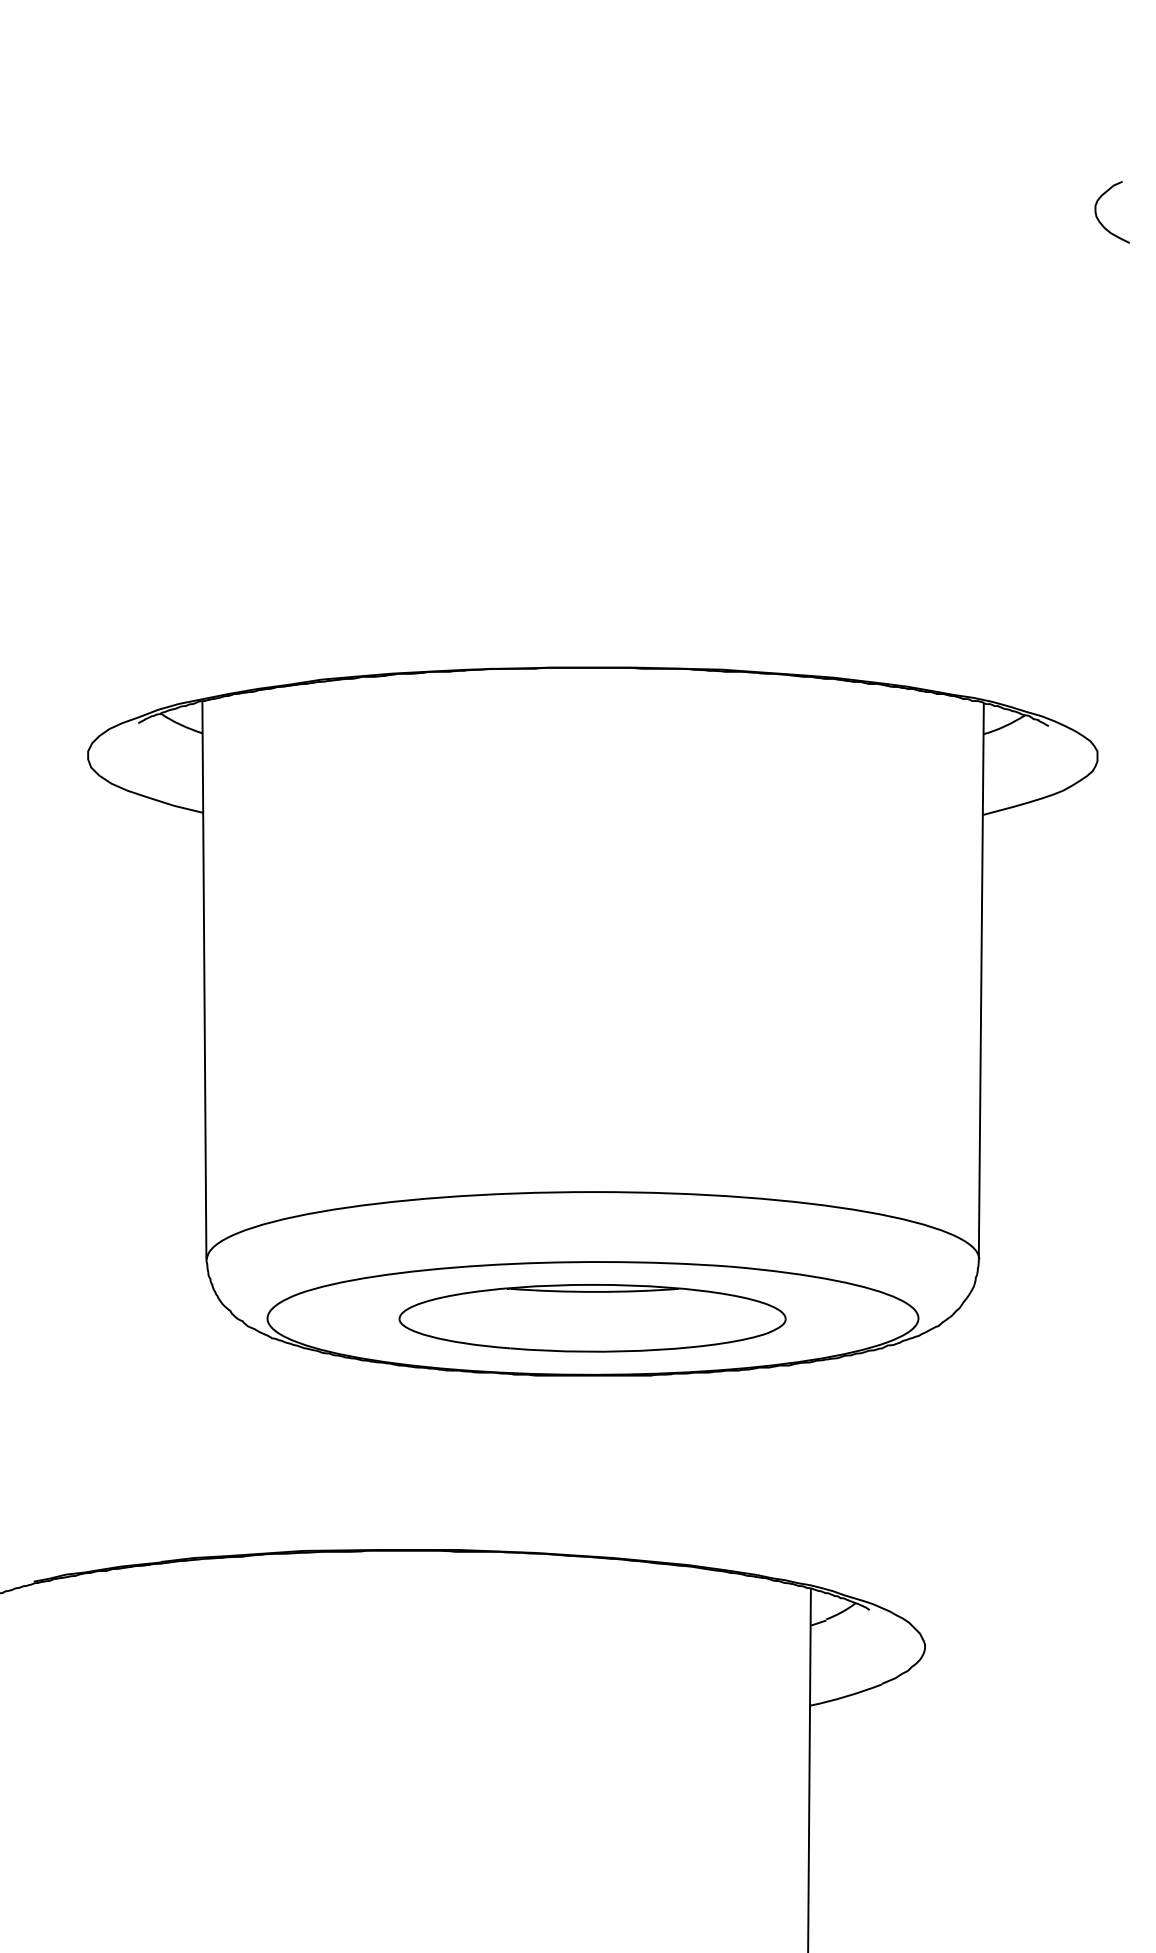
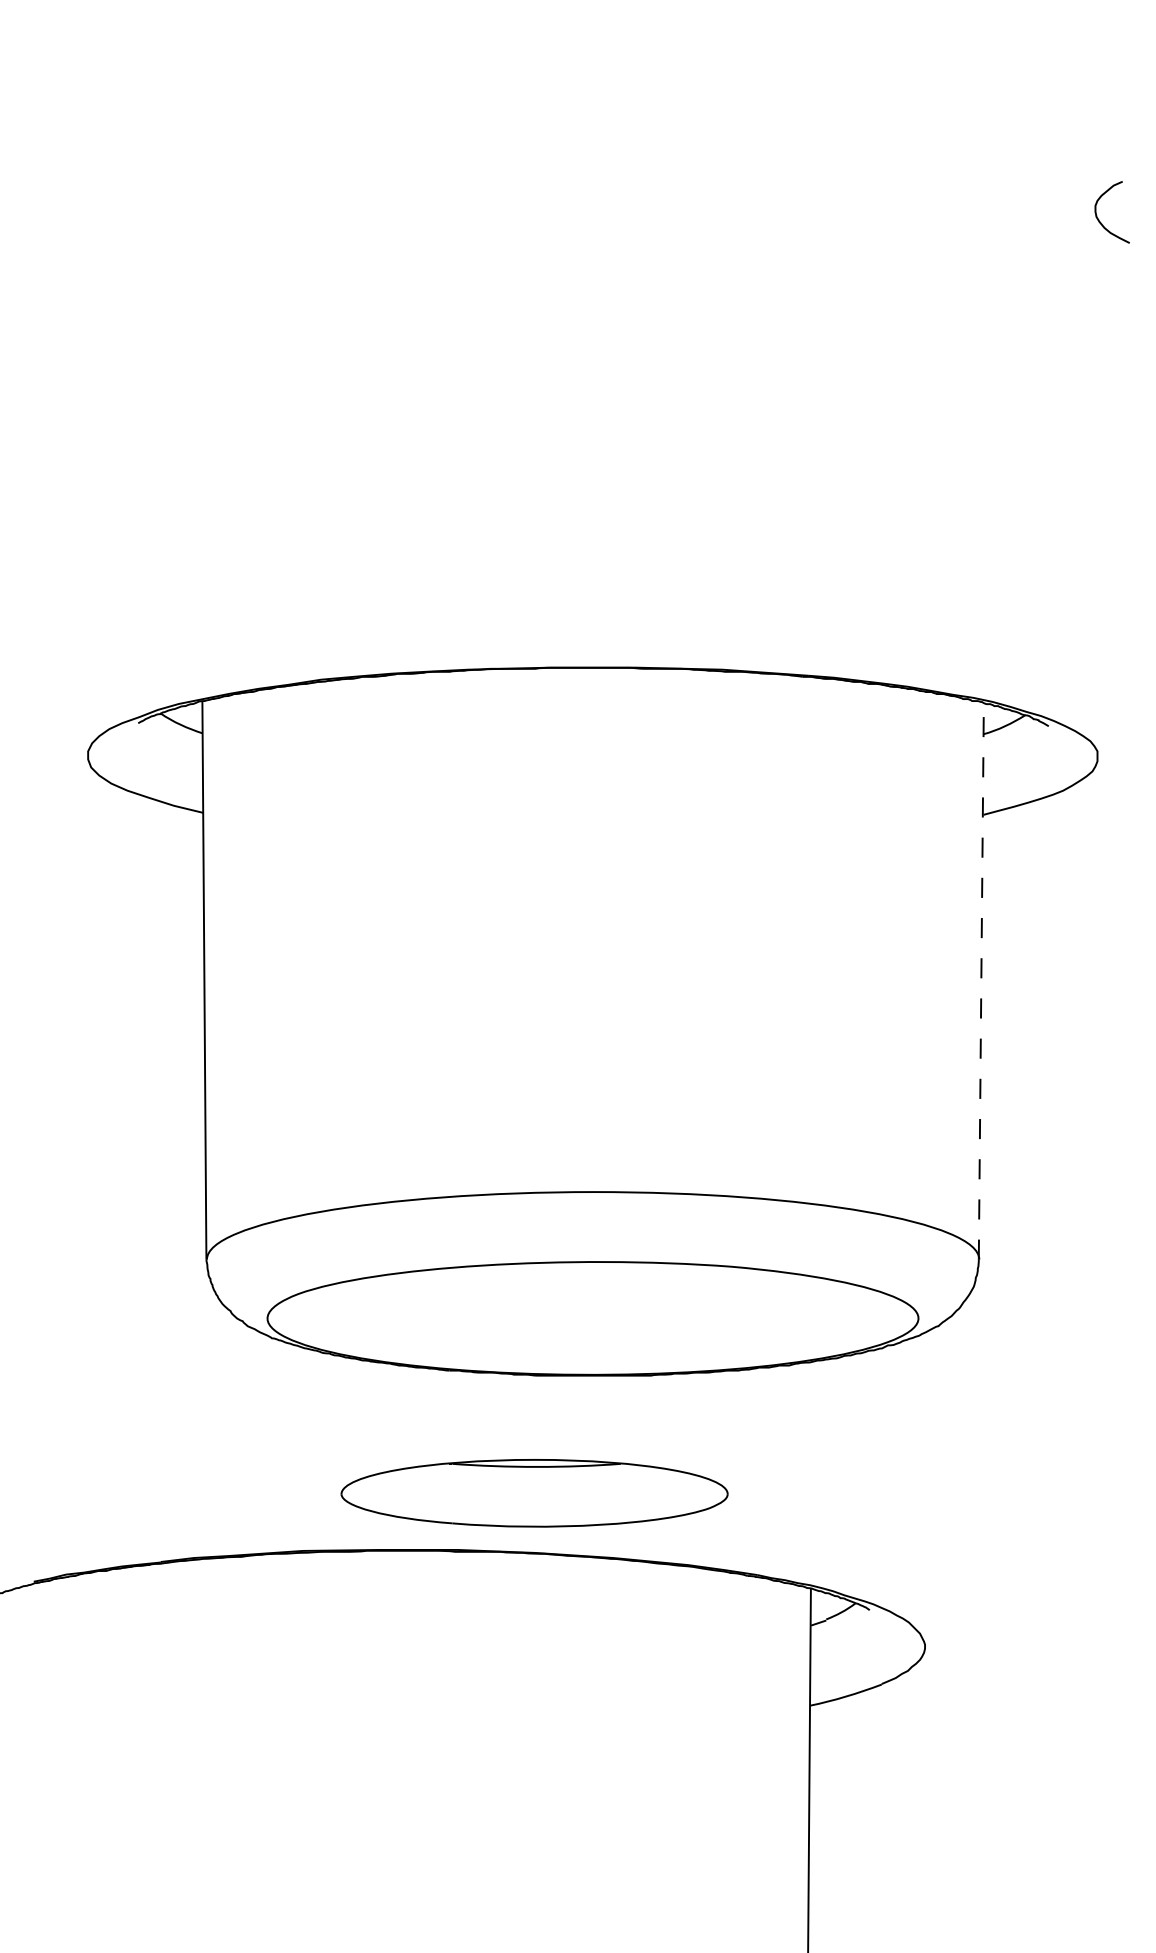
line at (981, 980): solid -> dashed
part at (592, 1318) position: (592, 1318) -> (534, 1493)
